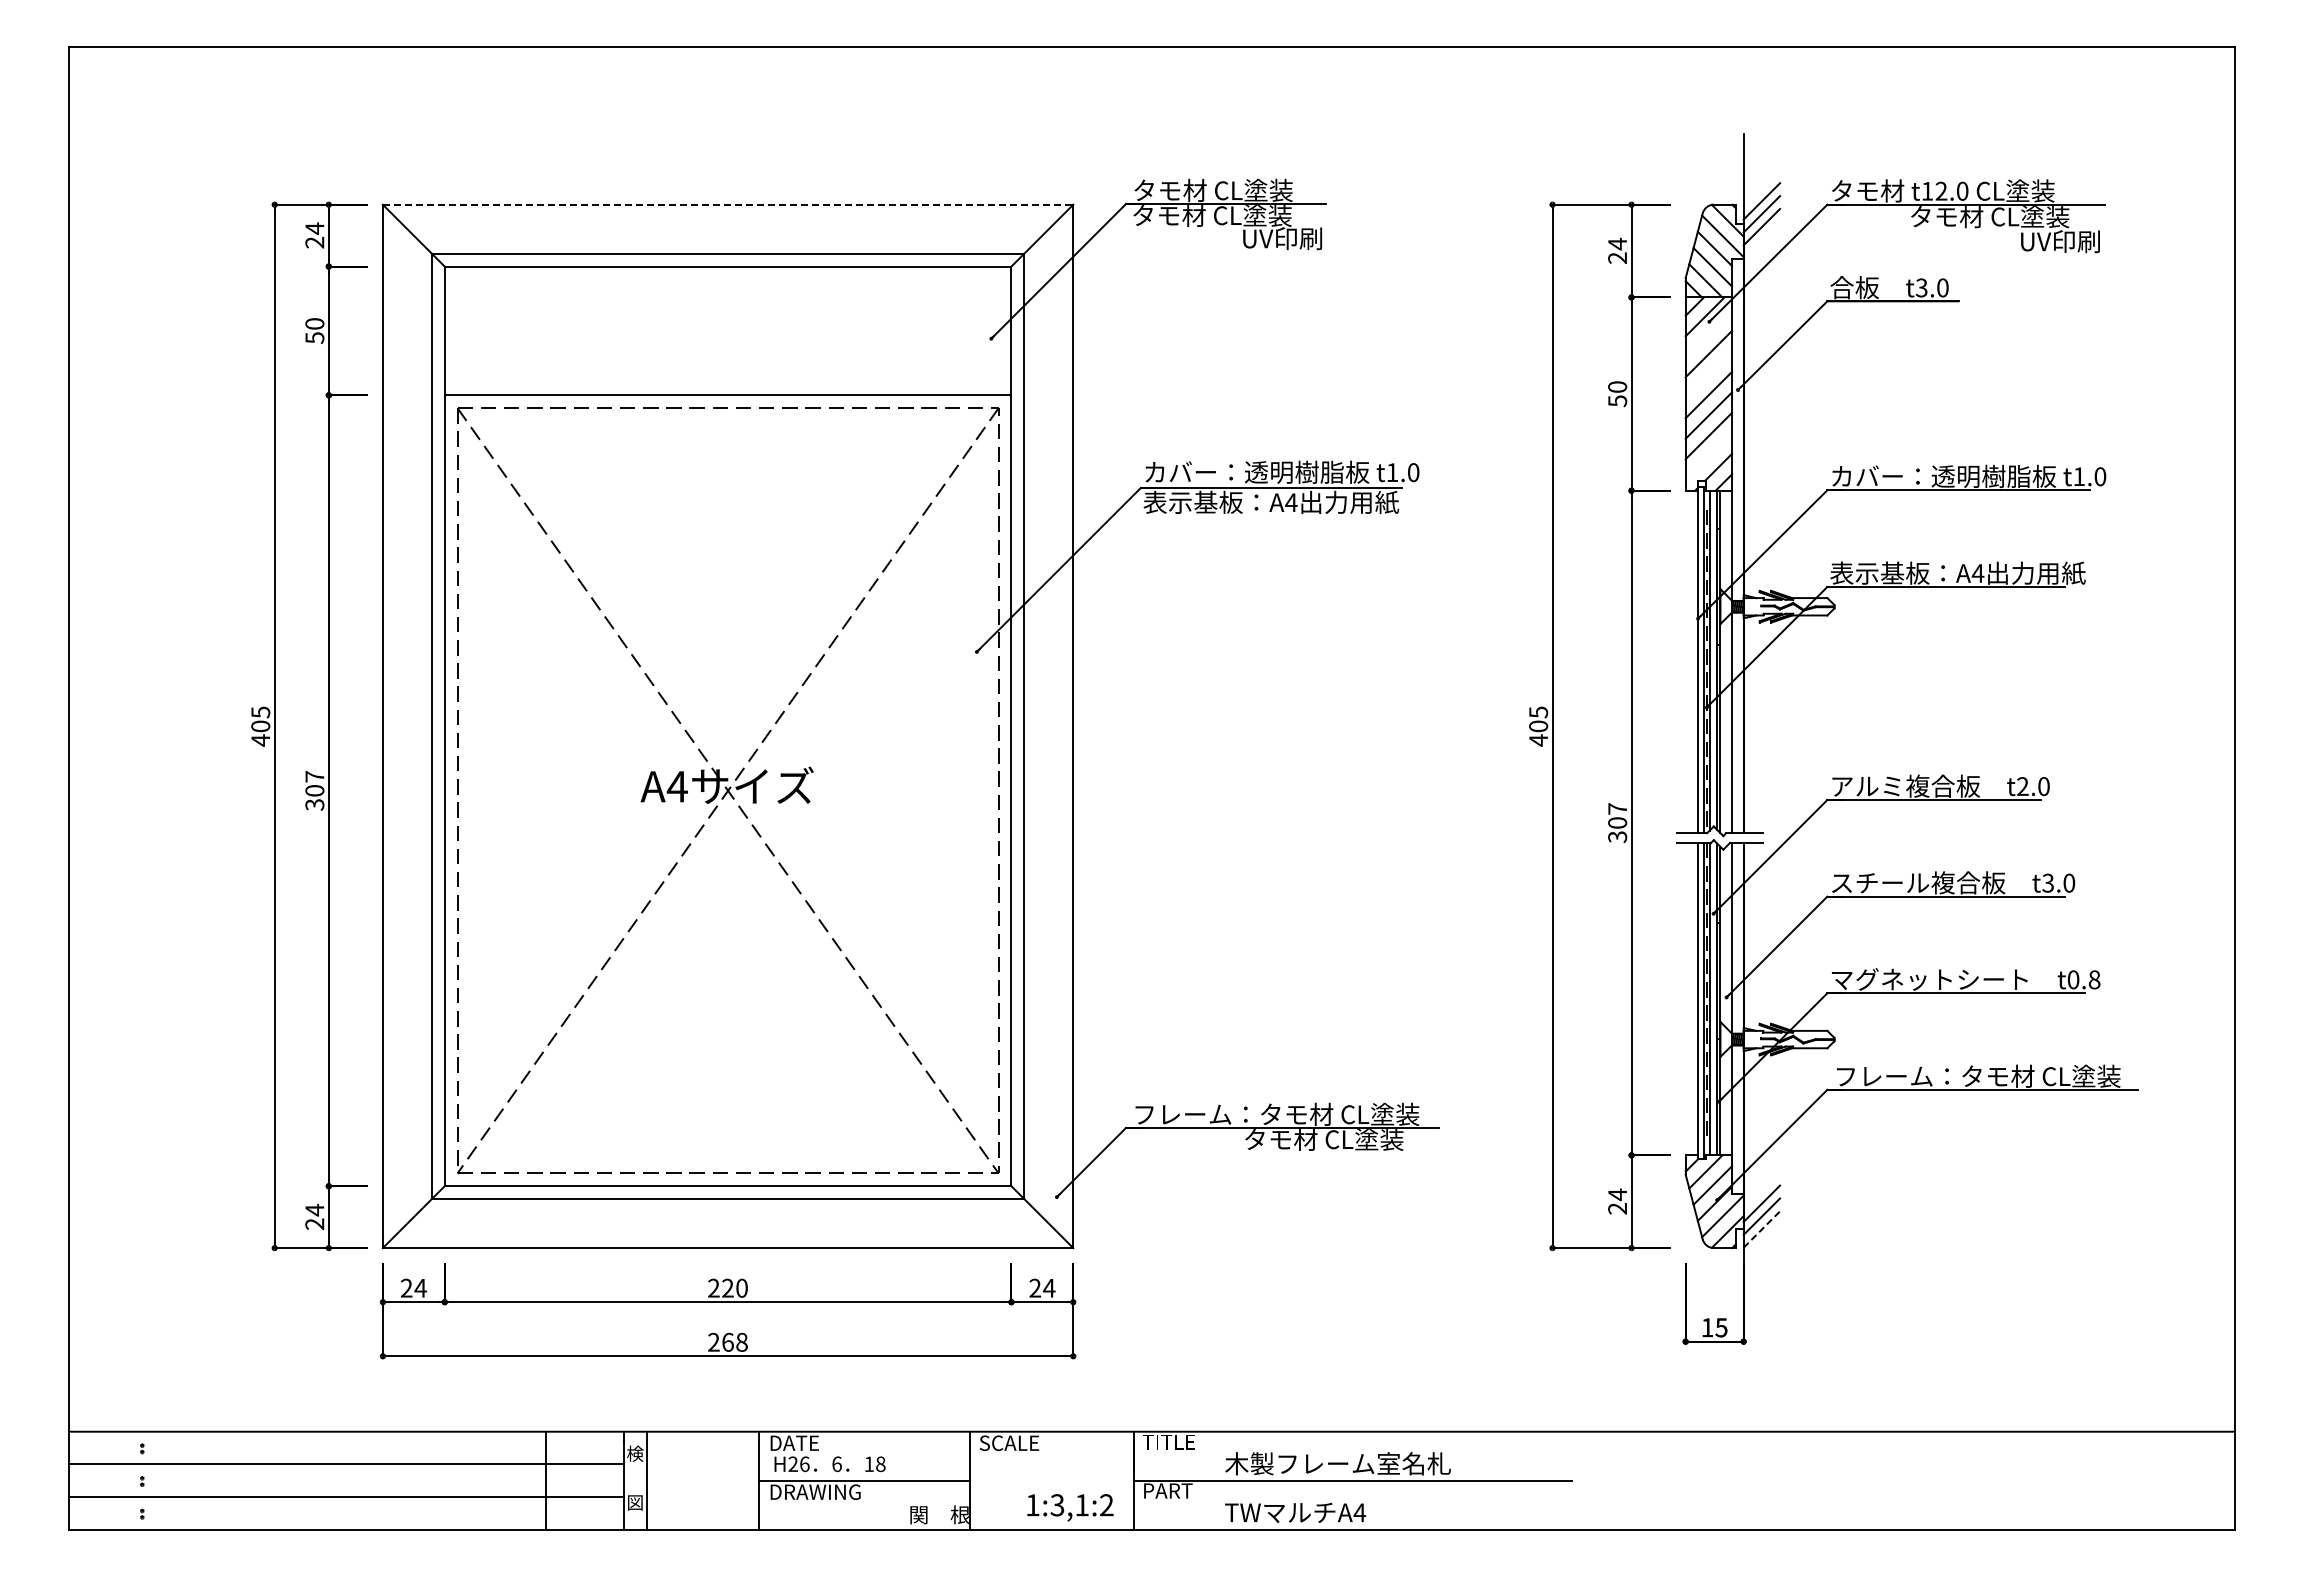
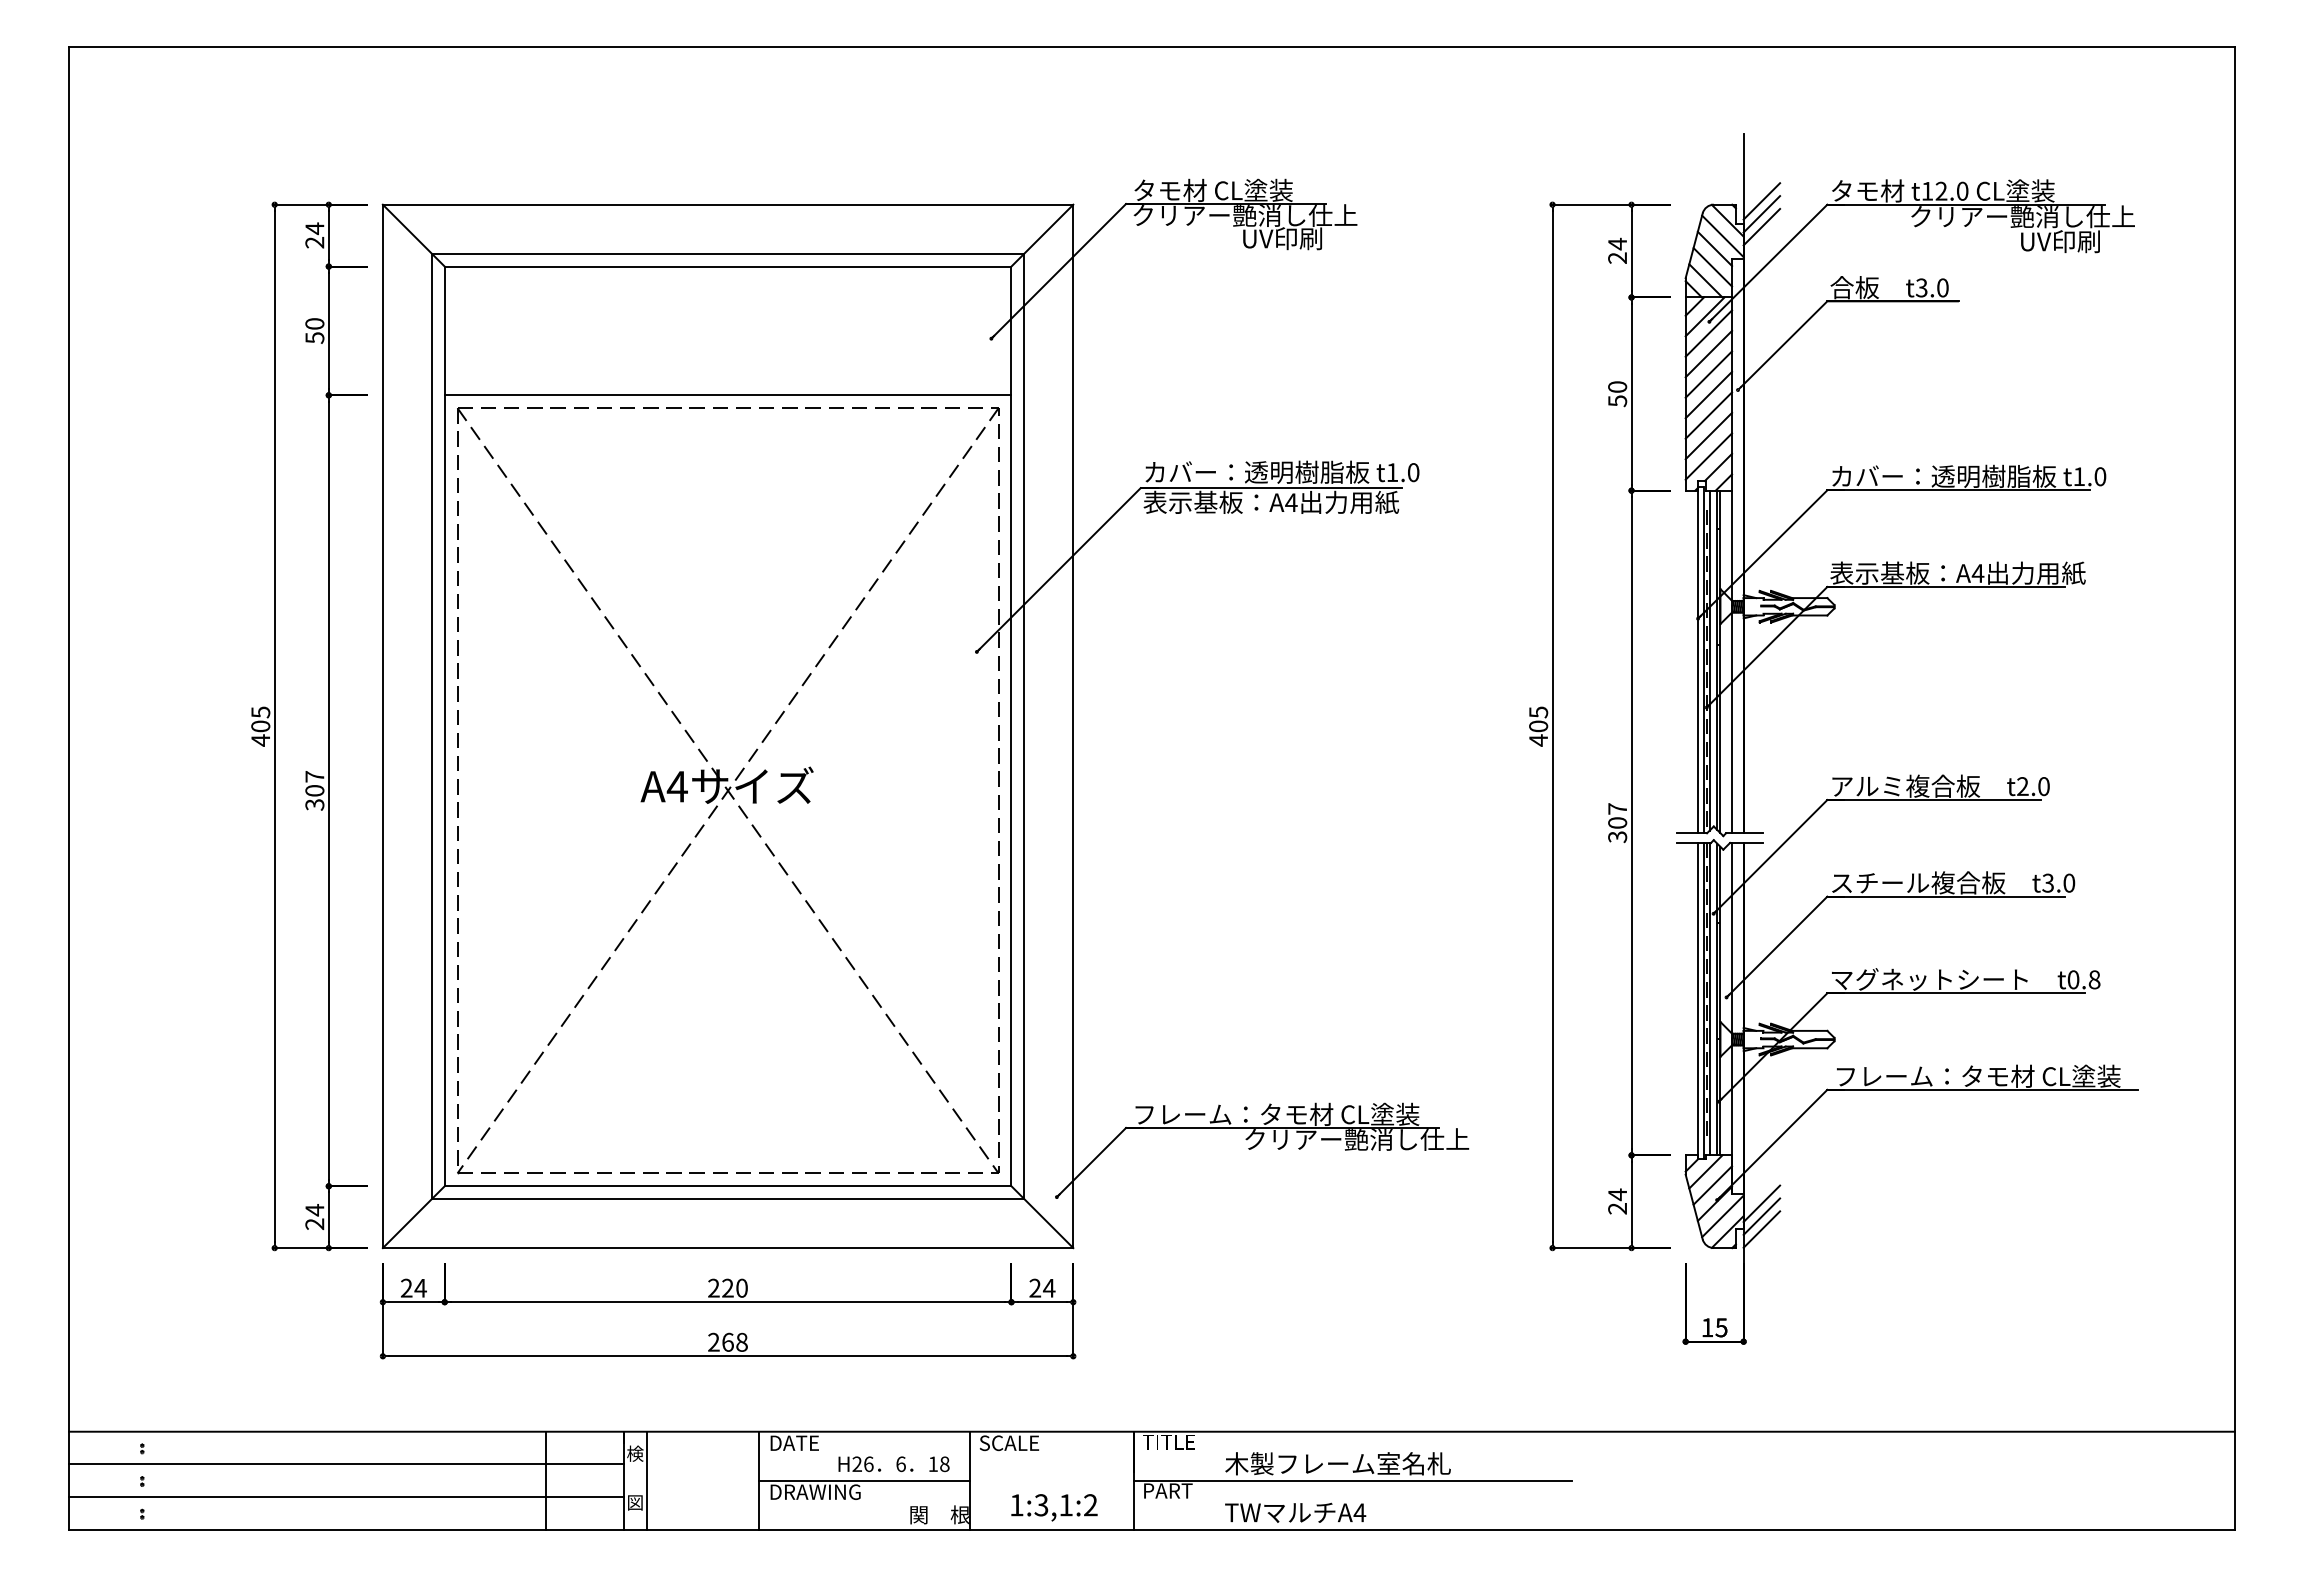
line at (728, 204): dashed -> solid
text at (1245, 215): タモ材 CL塗装 -> クリアー艶消し仕上
text at (2022, 216): タモ材 CL塗装 -> クリアー艶消し仕上
line at (1708, 333): none -> present
line at (1708, 374): none -> present
line at (1708, 456): none -> present
text at (1357, 1139): タモ材 CL塗装 -> クリアー艶消し仕上
line at (1761, 1229): dashed -> solid
text at (829, 1464) position: (829, 1464) -> (893, 1464)
text at (1070, 1507) position: (1070, 1507) -> (1054, 1507)
